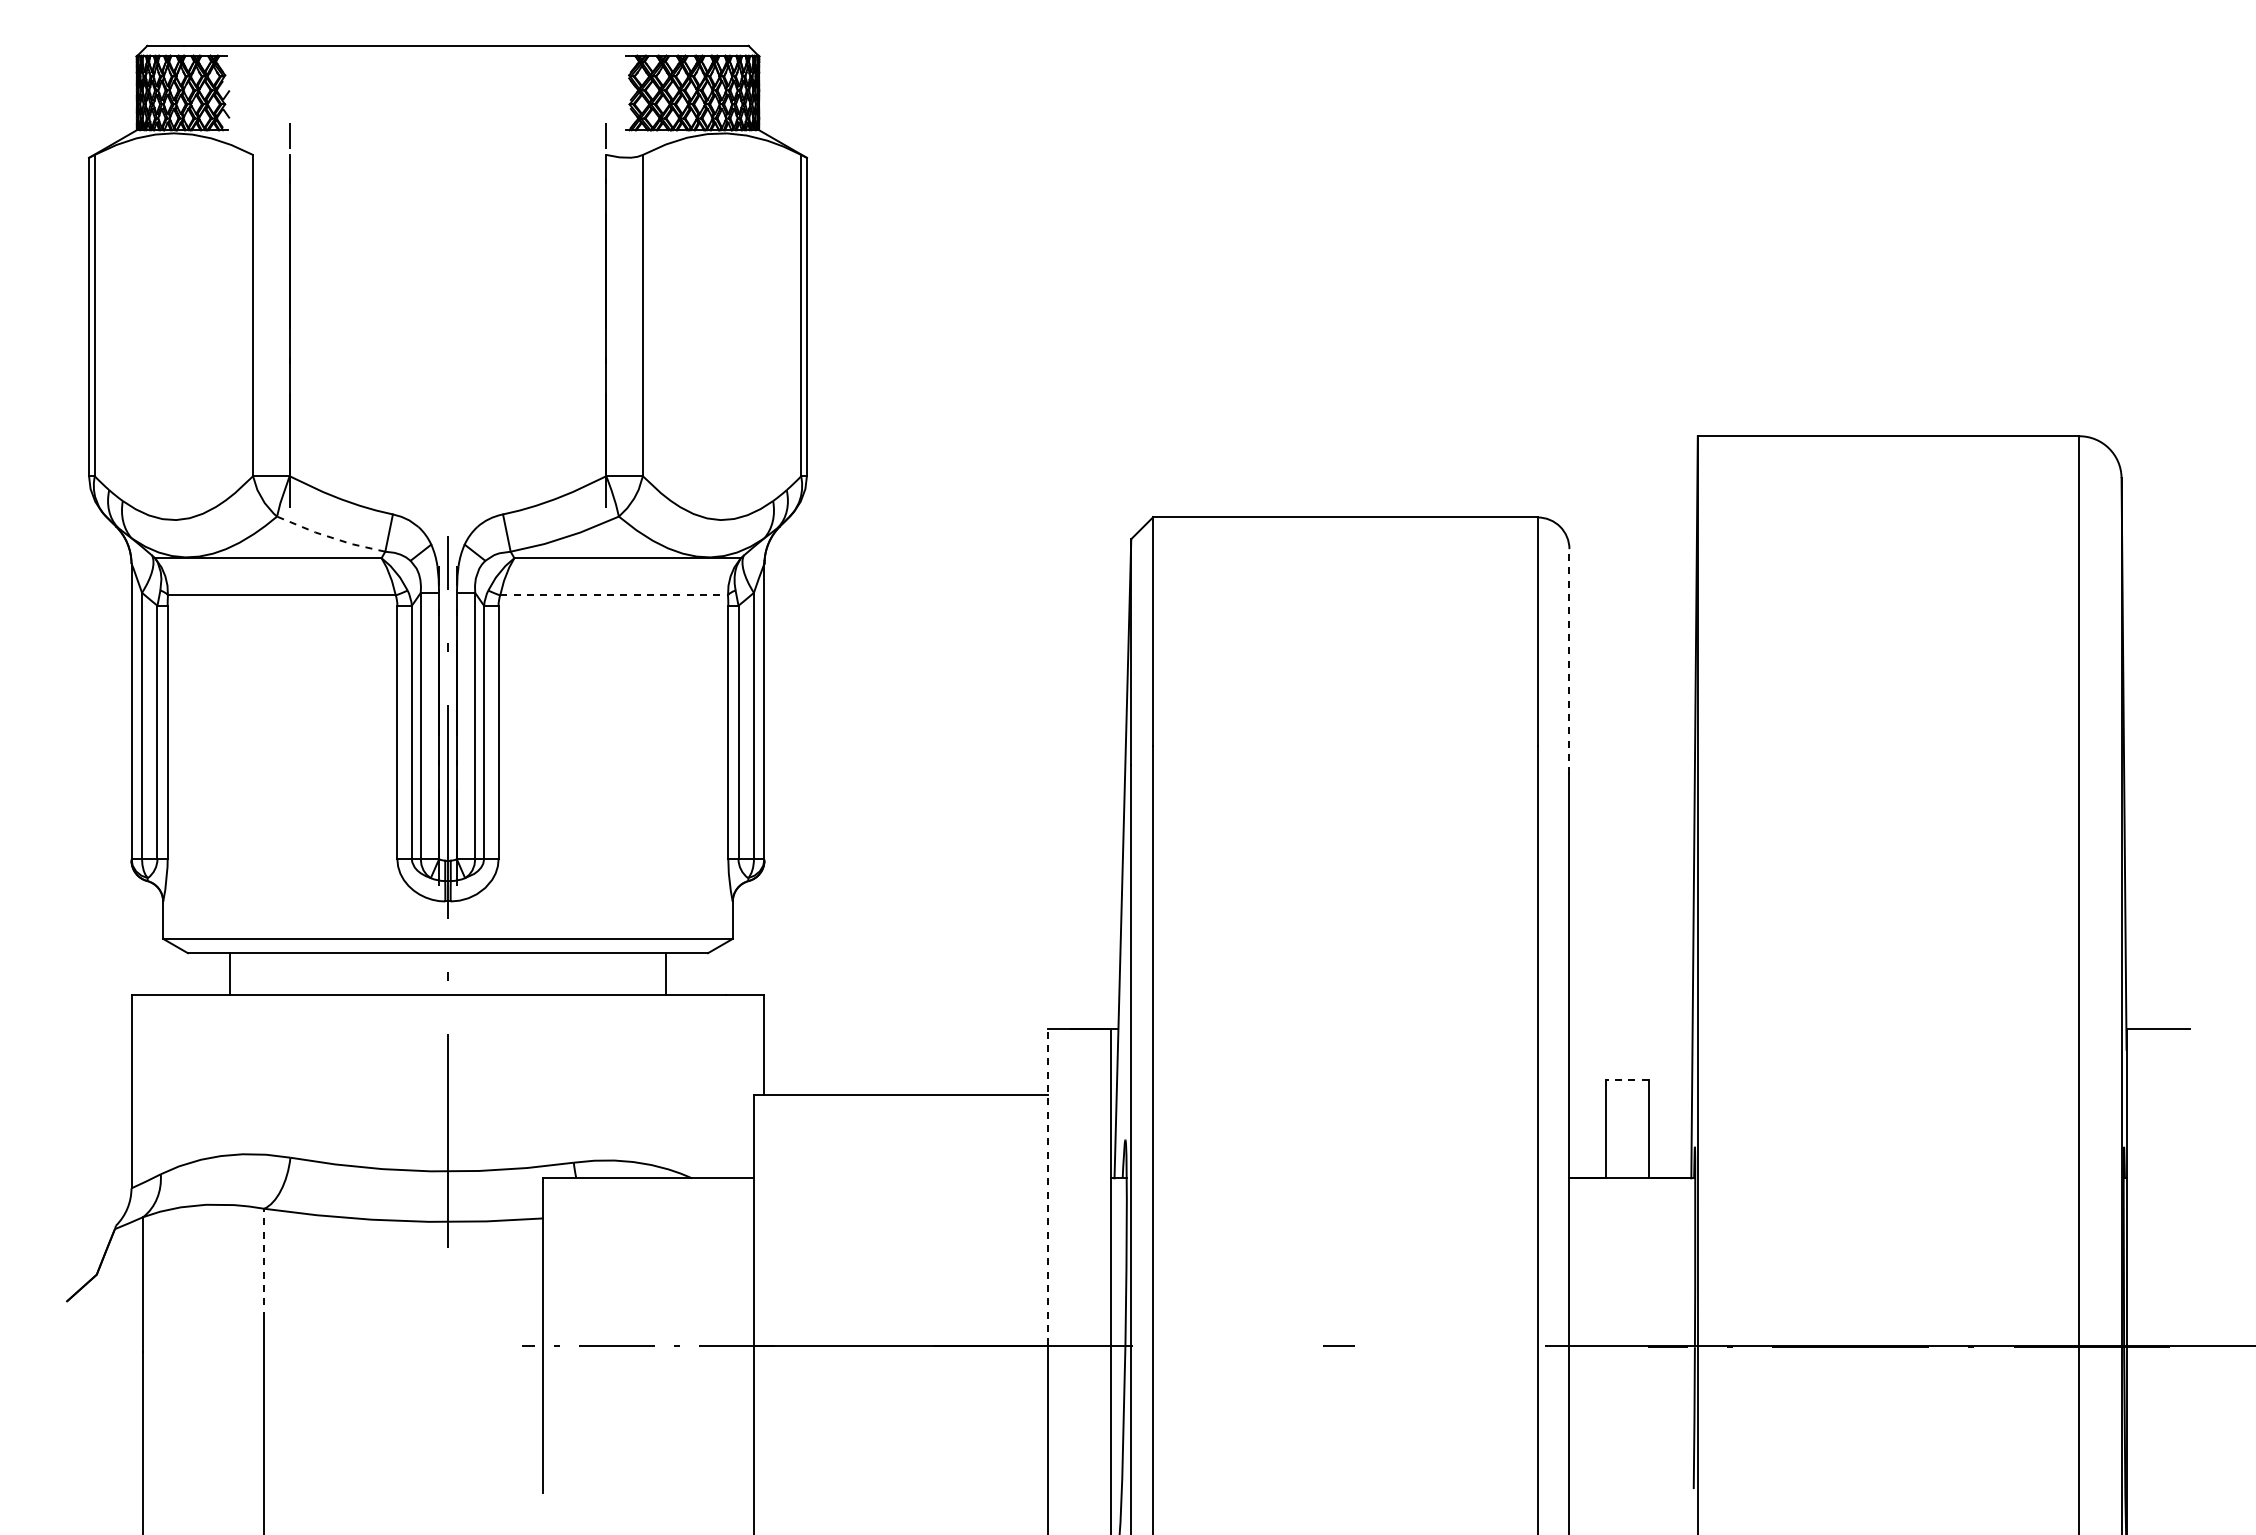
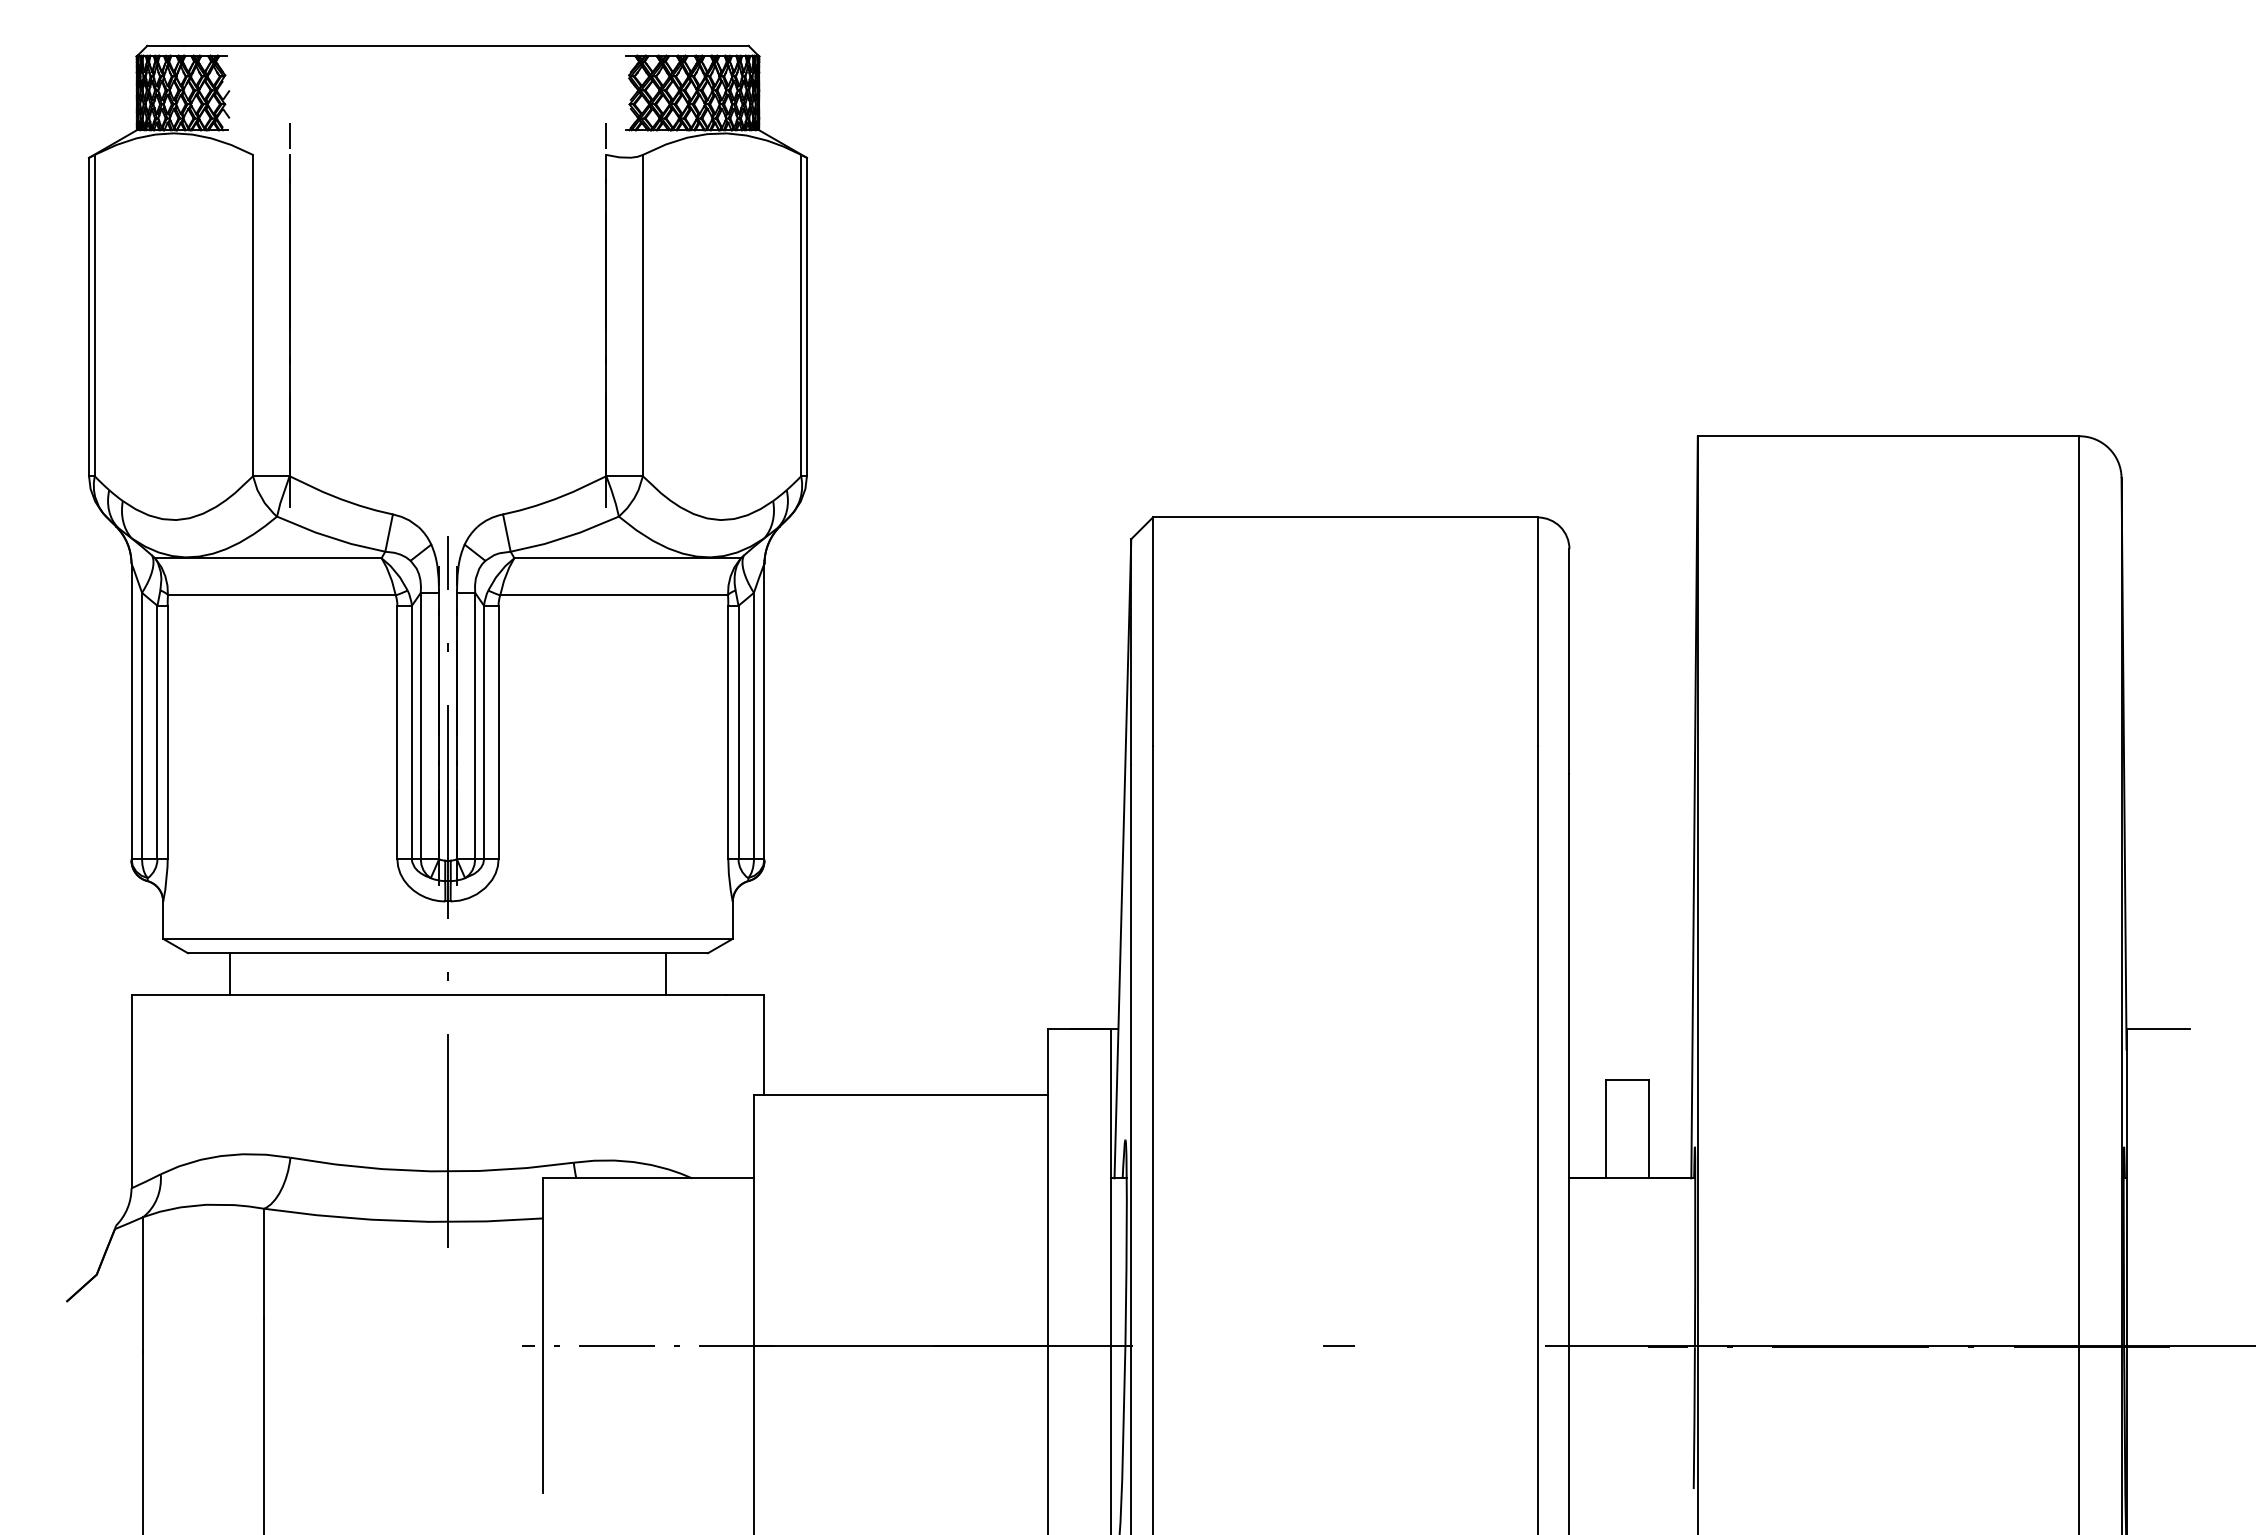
line at (329, 537): dashed -> solid
line at (614, 595): dashed -> solid
line at (1569, 661): dashed -> solid
line at (1626, 1079): dashed -> solid
line at (1047, 1186): dashed -> solid
line at (264, 1263): dashed -> solid
